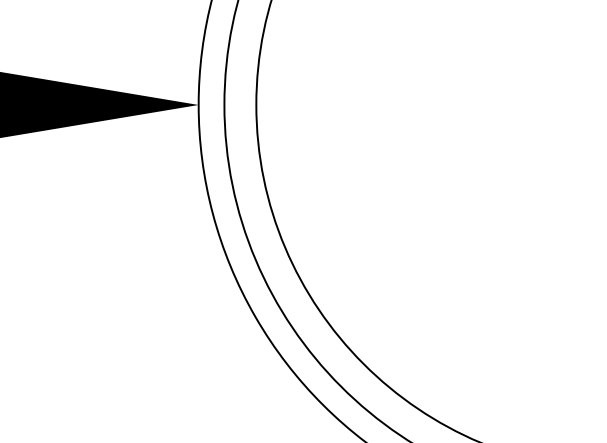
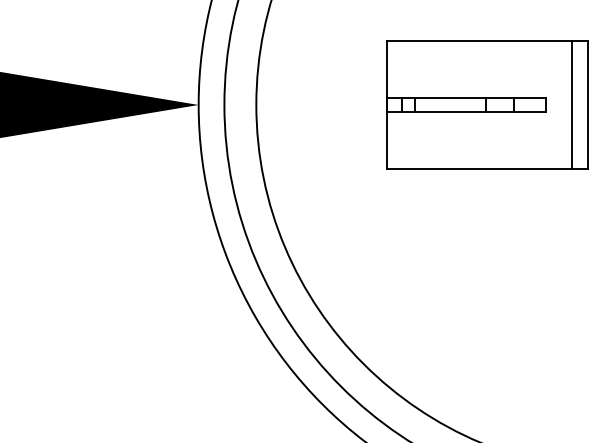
part at (487, 104): none -> present
